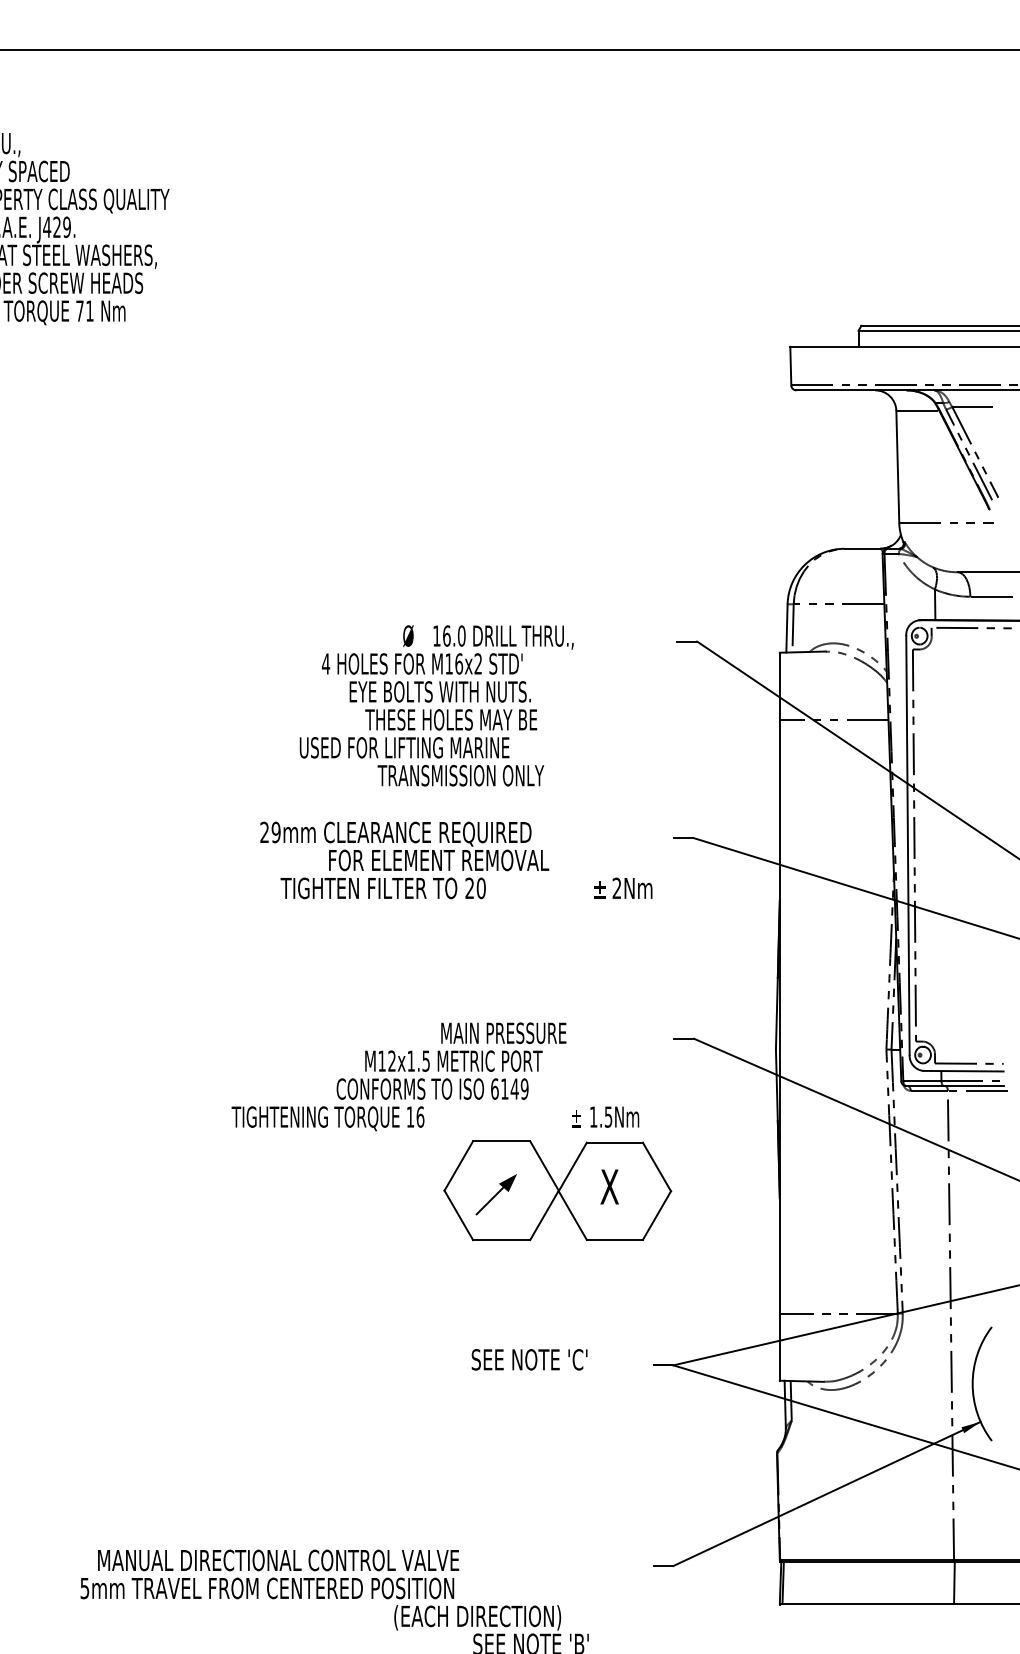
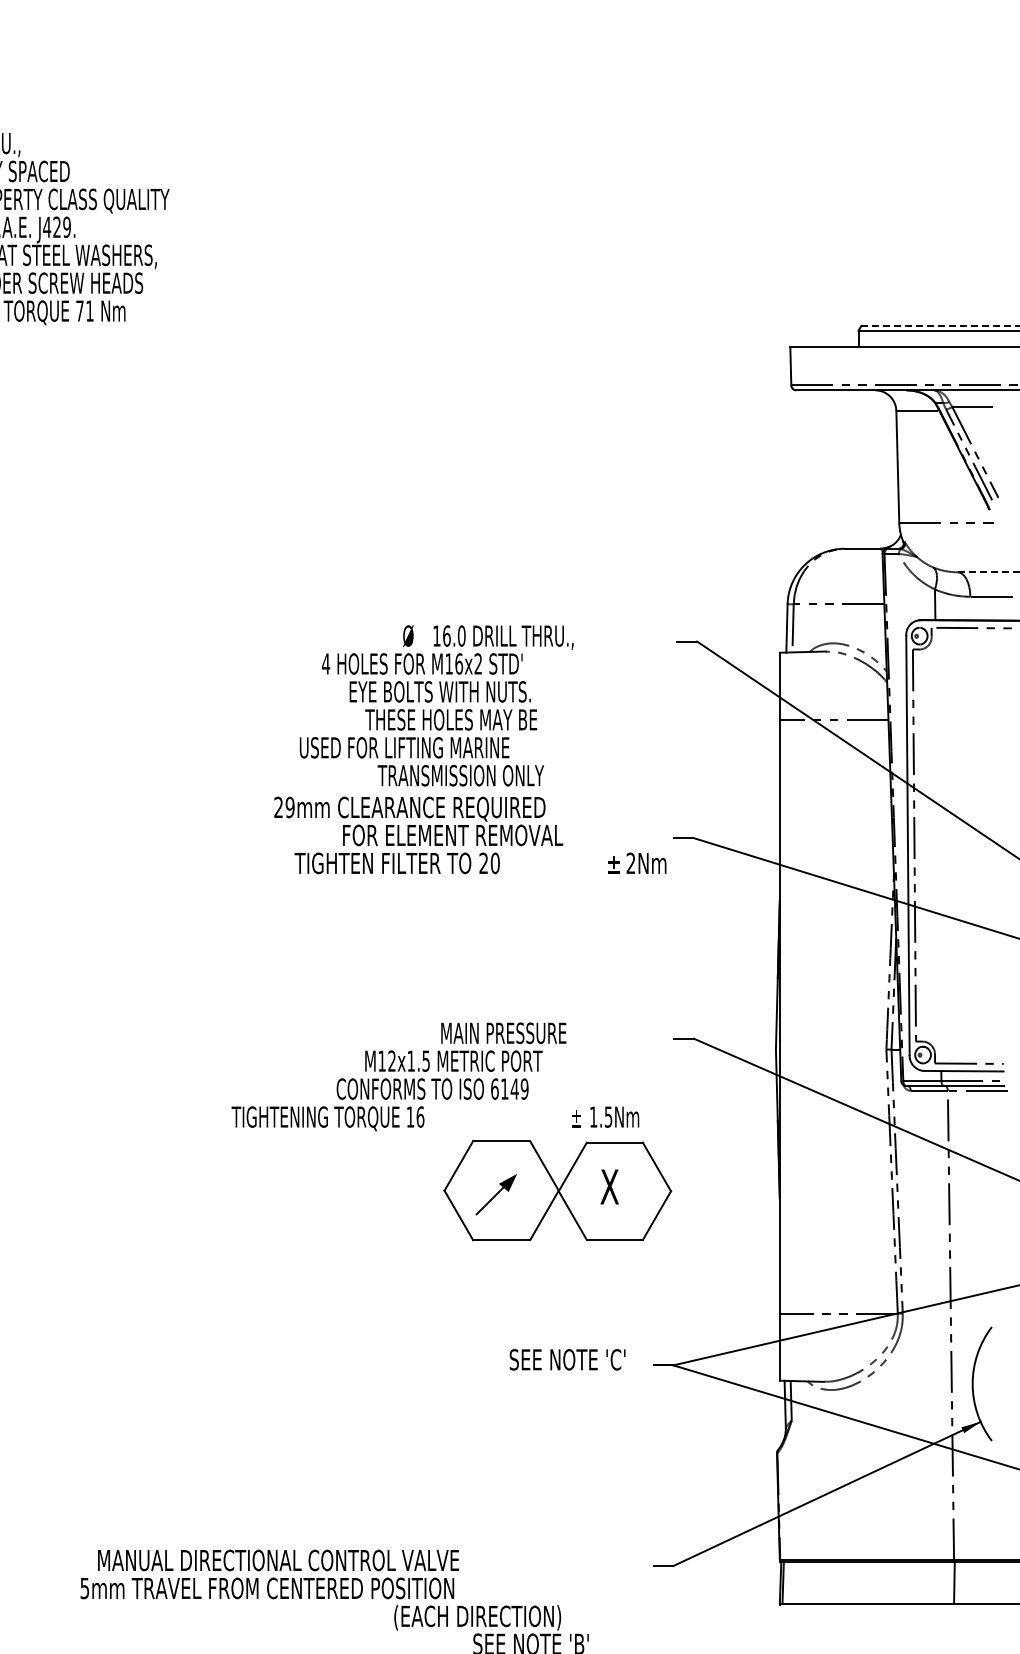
line at (509, 49): present -> none
line at (940, 325): solid -> dashed
line at (988, 572): solid -> dashed
text at (456, 860) position: (456, 860) -> (470, 835)
text at (529, 1359) position: (529, 1359) -> (567, 1359)
